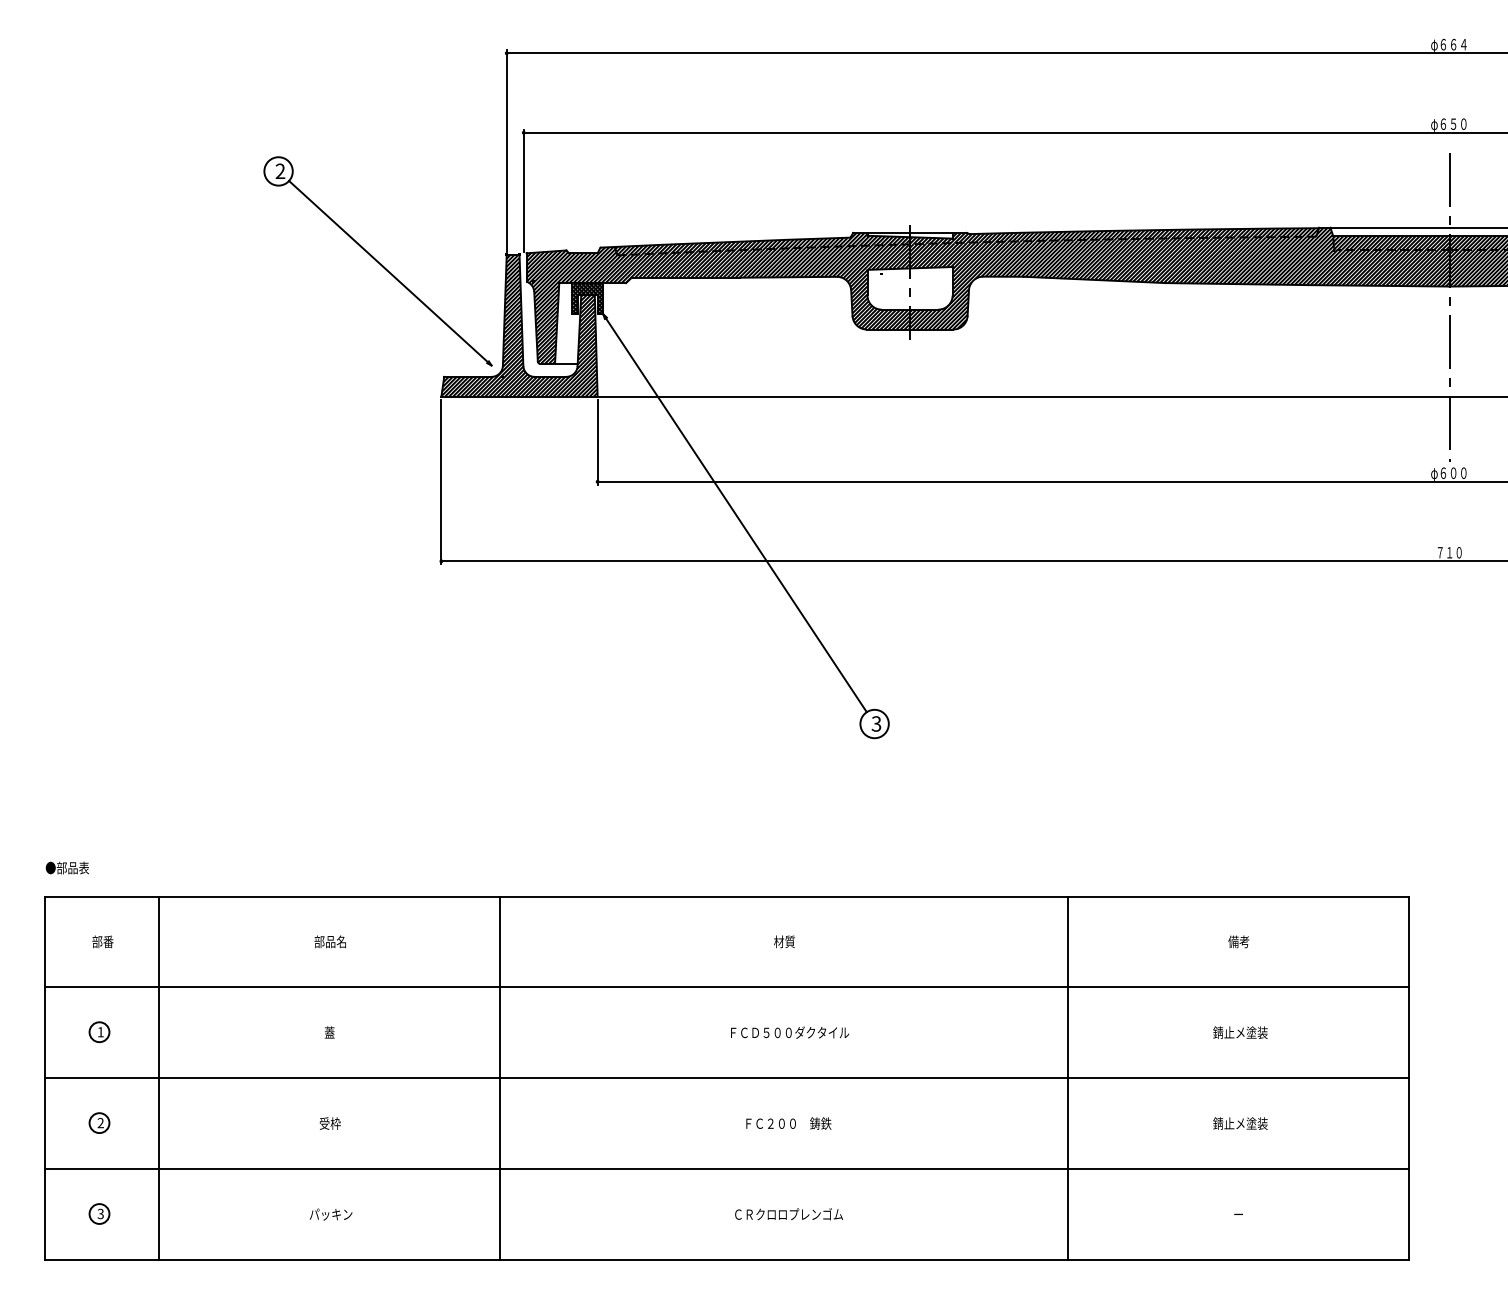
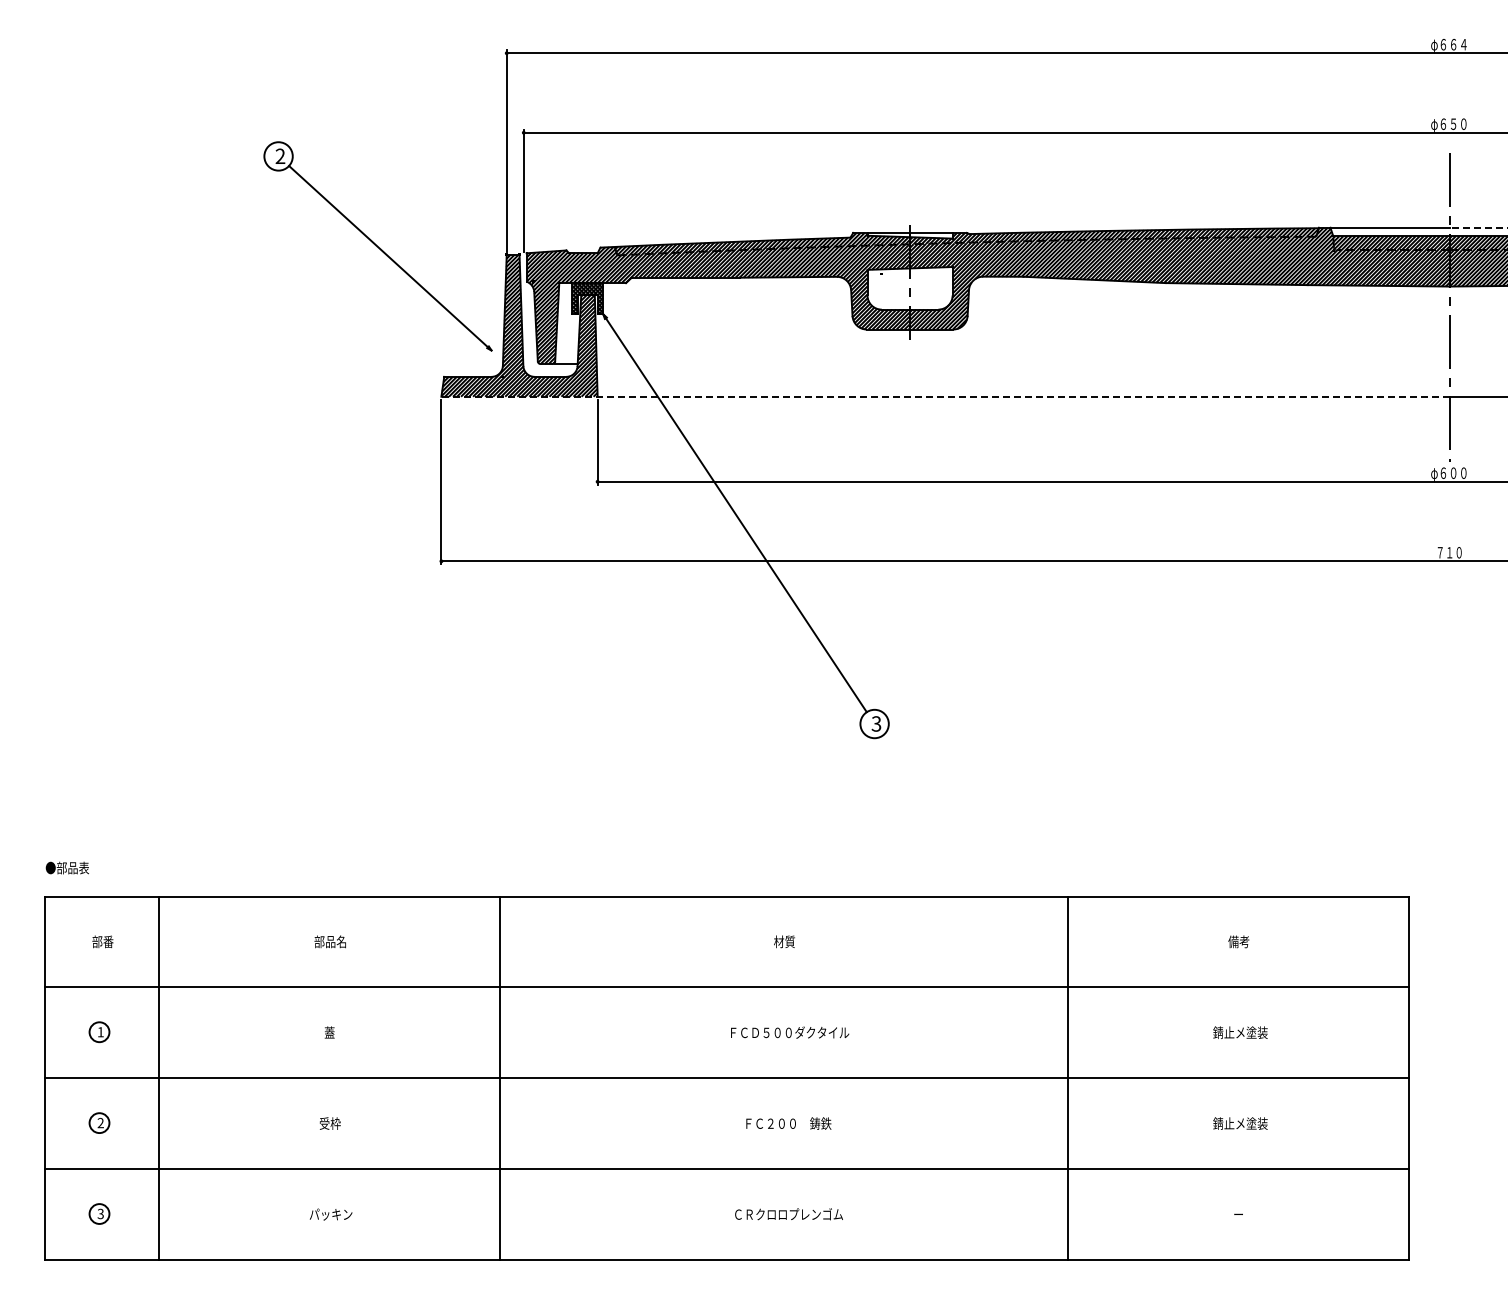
line at (1478, 227): solid -> dashed
part at (377, 261) position: (377, 261) -> (377, 246)
line at (945, 396): solid -> dashed
